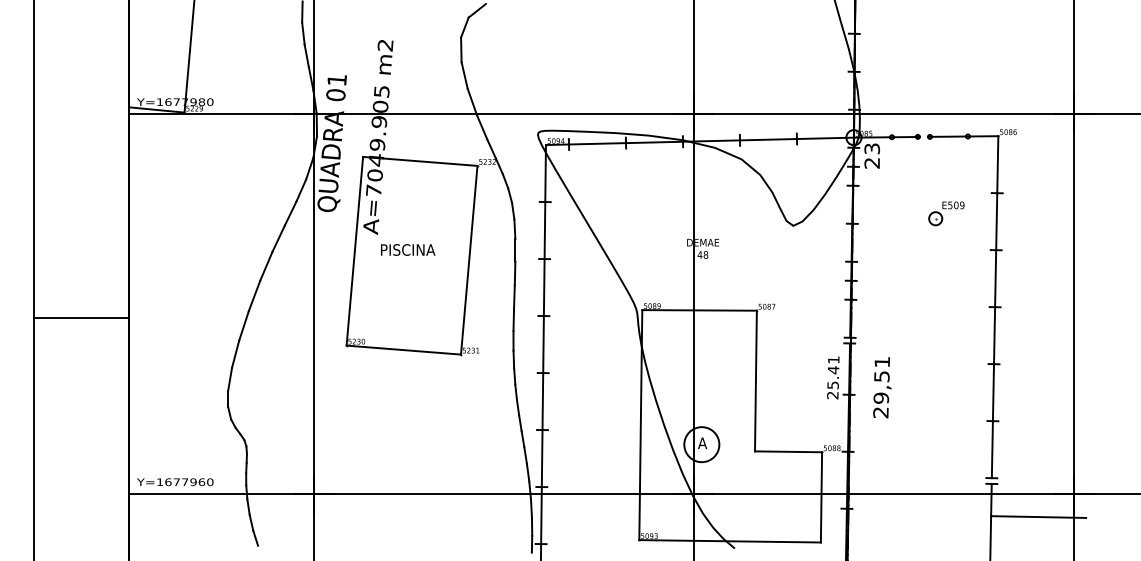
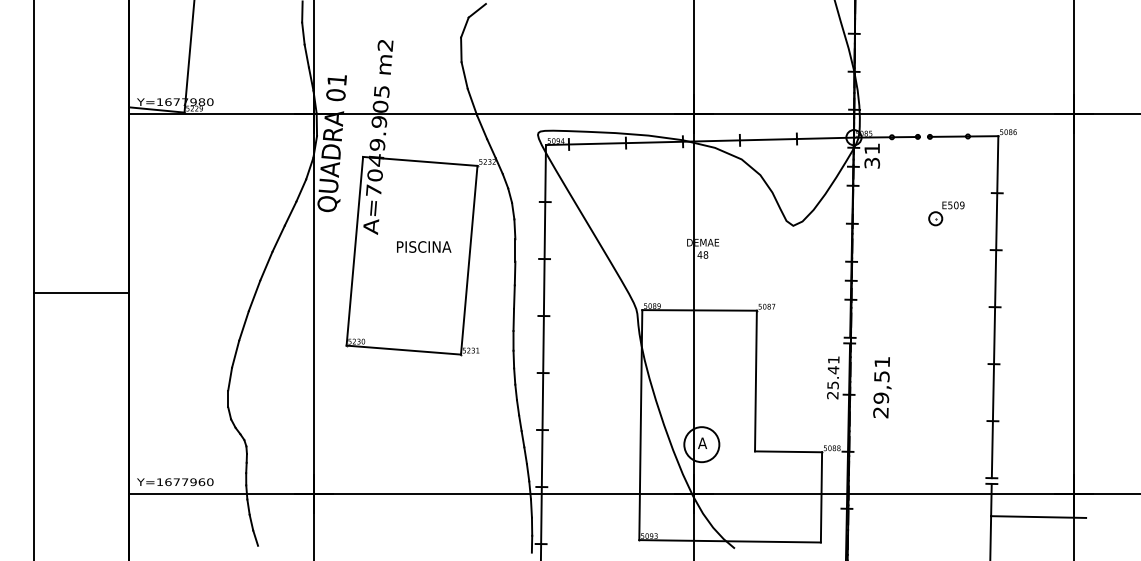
text at (872, 155): 23 -> 31
text at (408, 249) position: (408, 249) -> (424, 246)
line at (81, 318) position: (81, 318) -> (81, 293)
